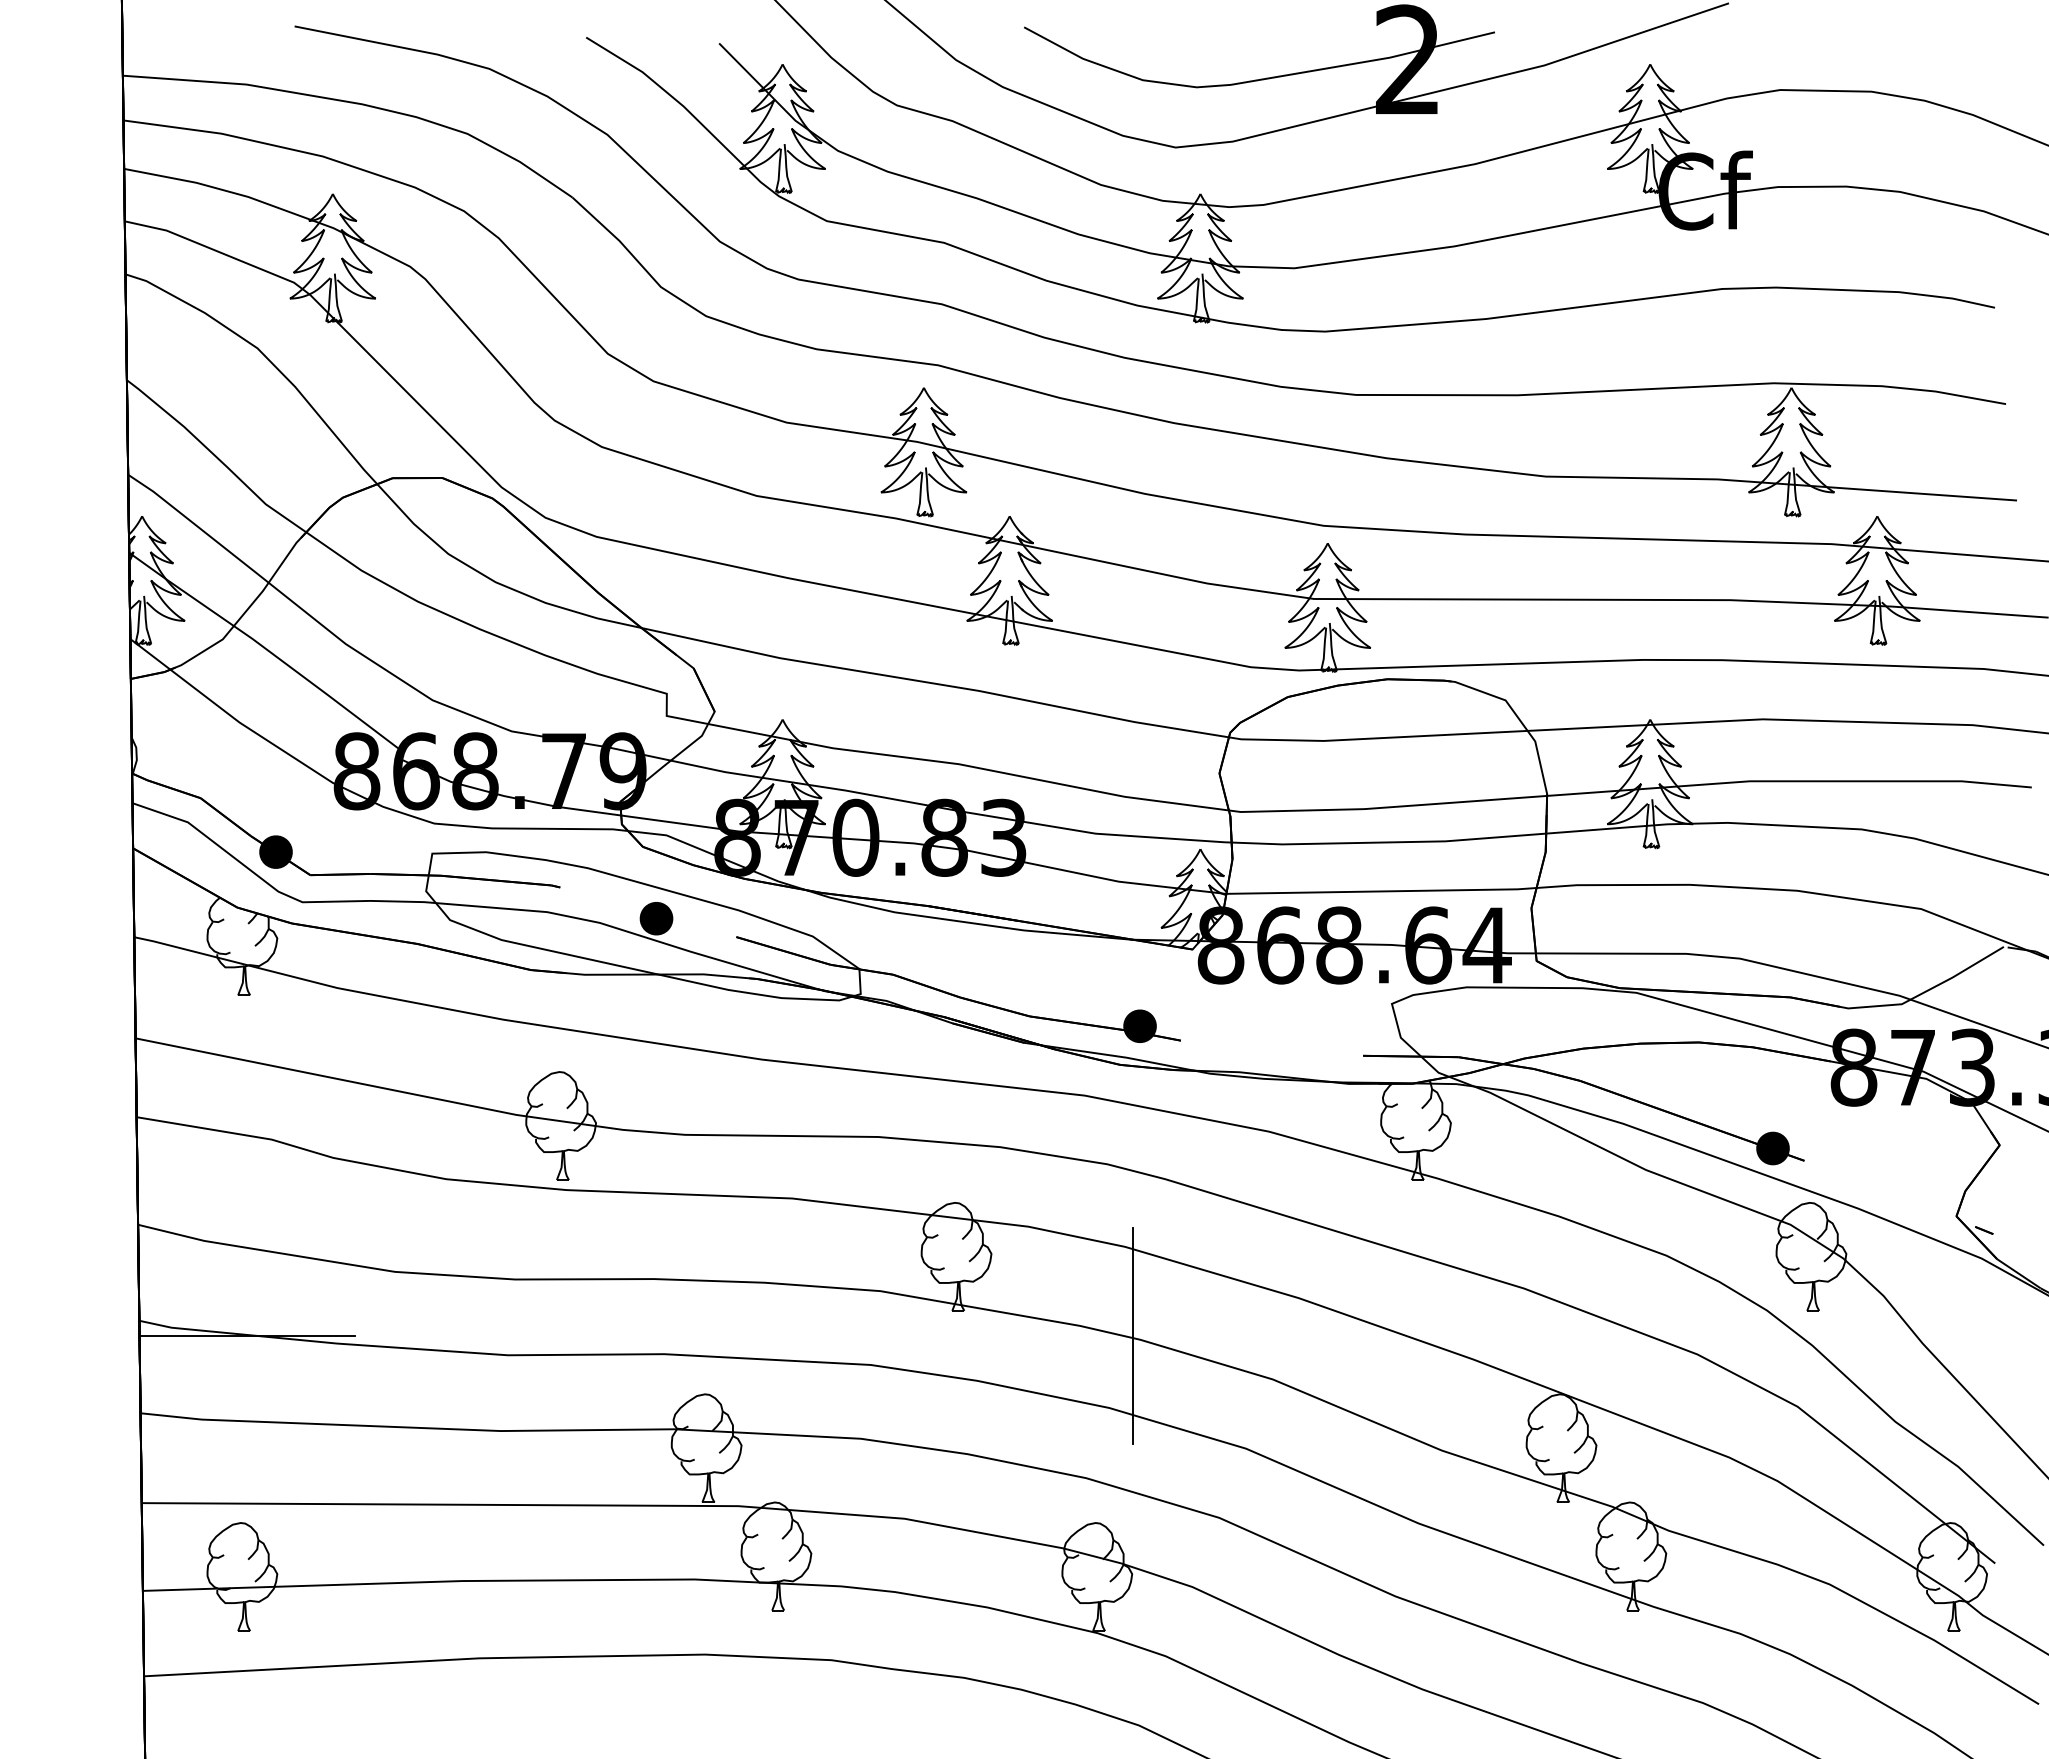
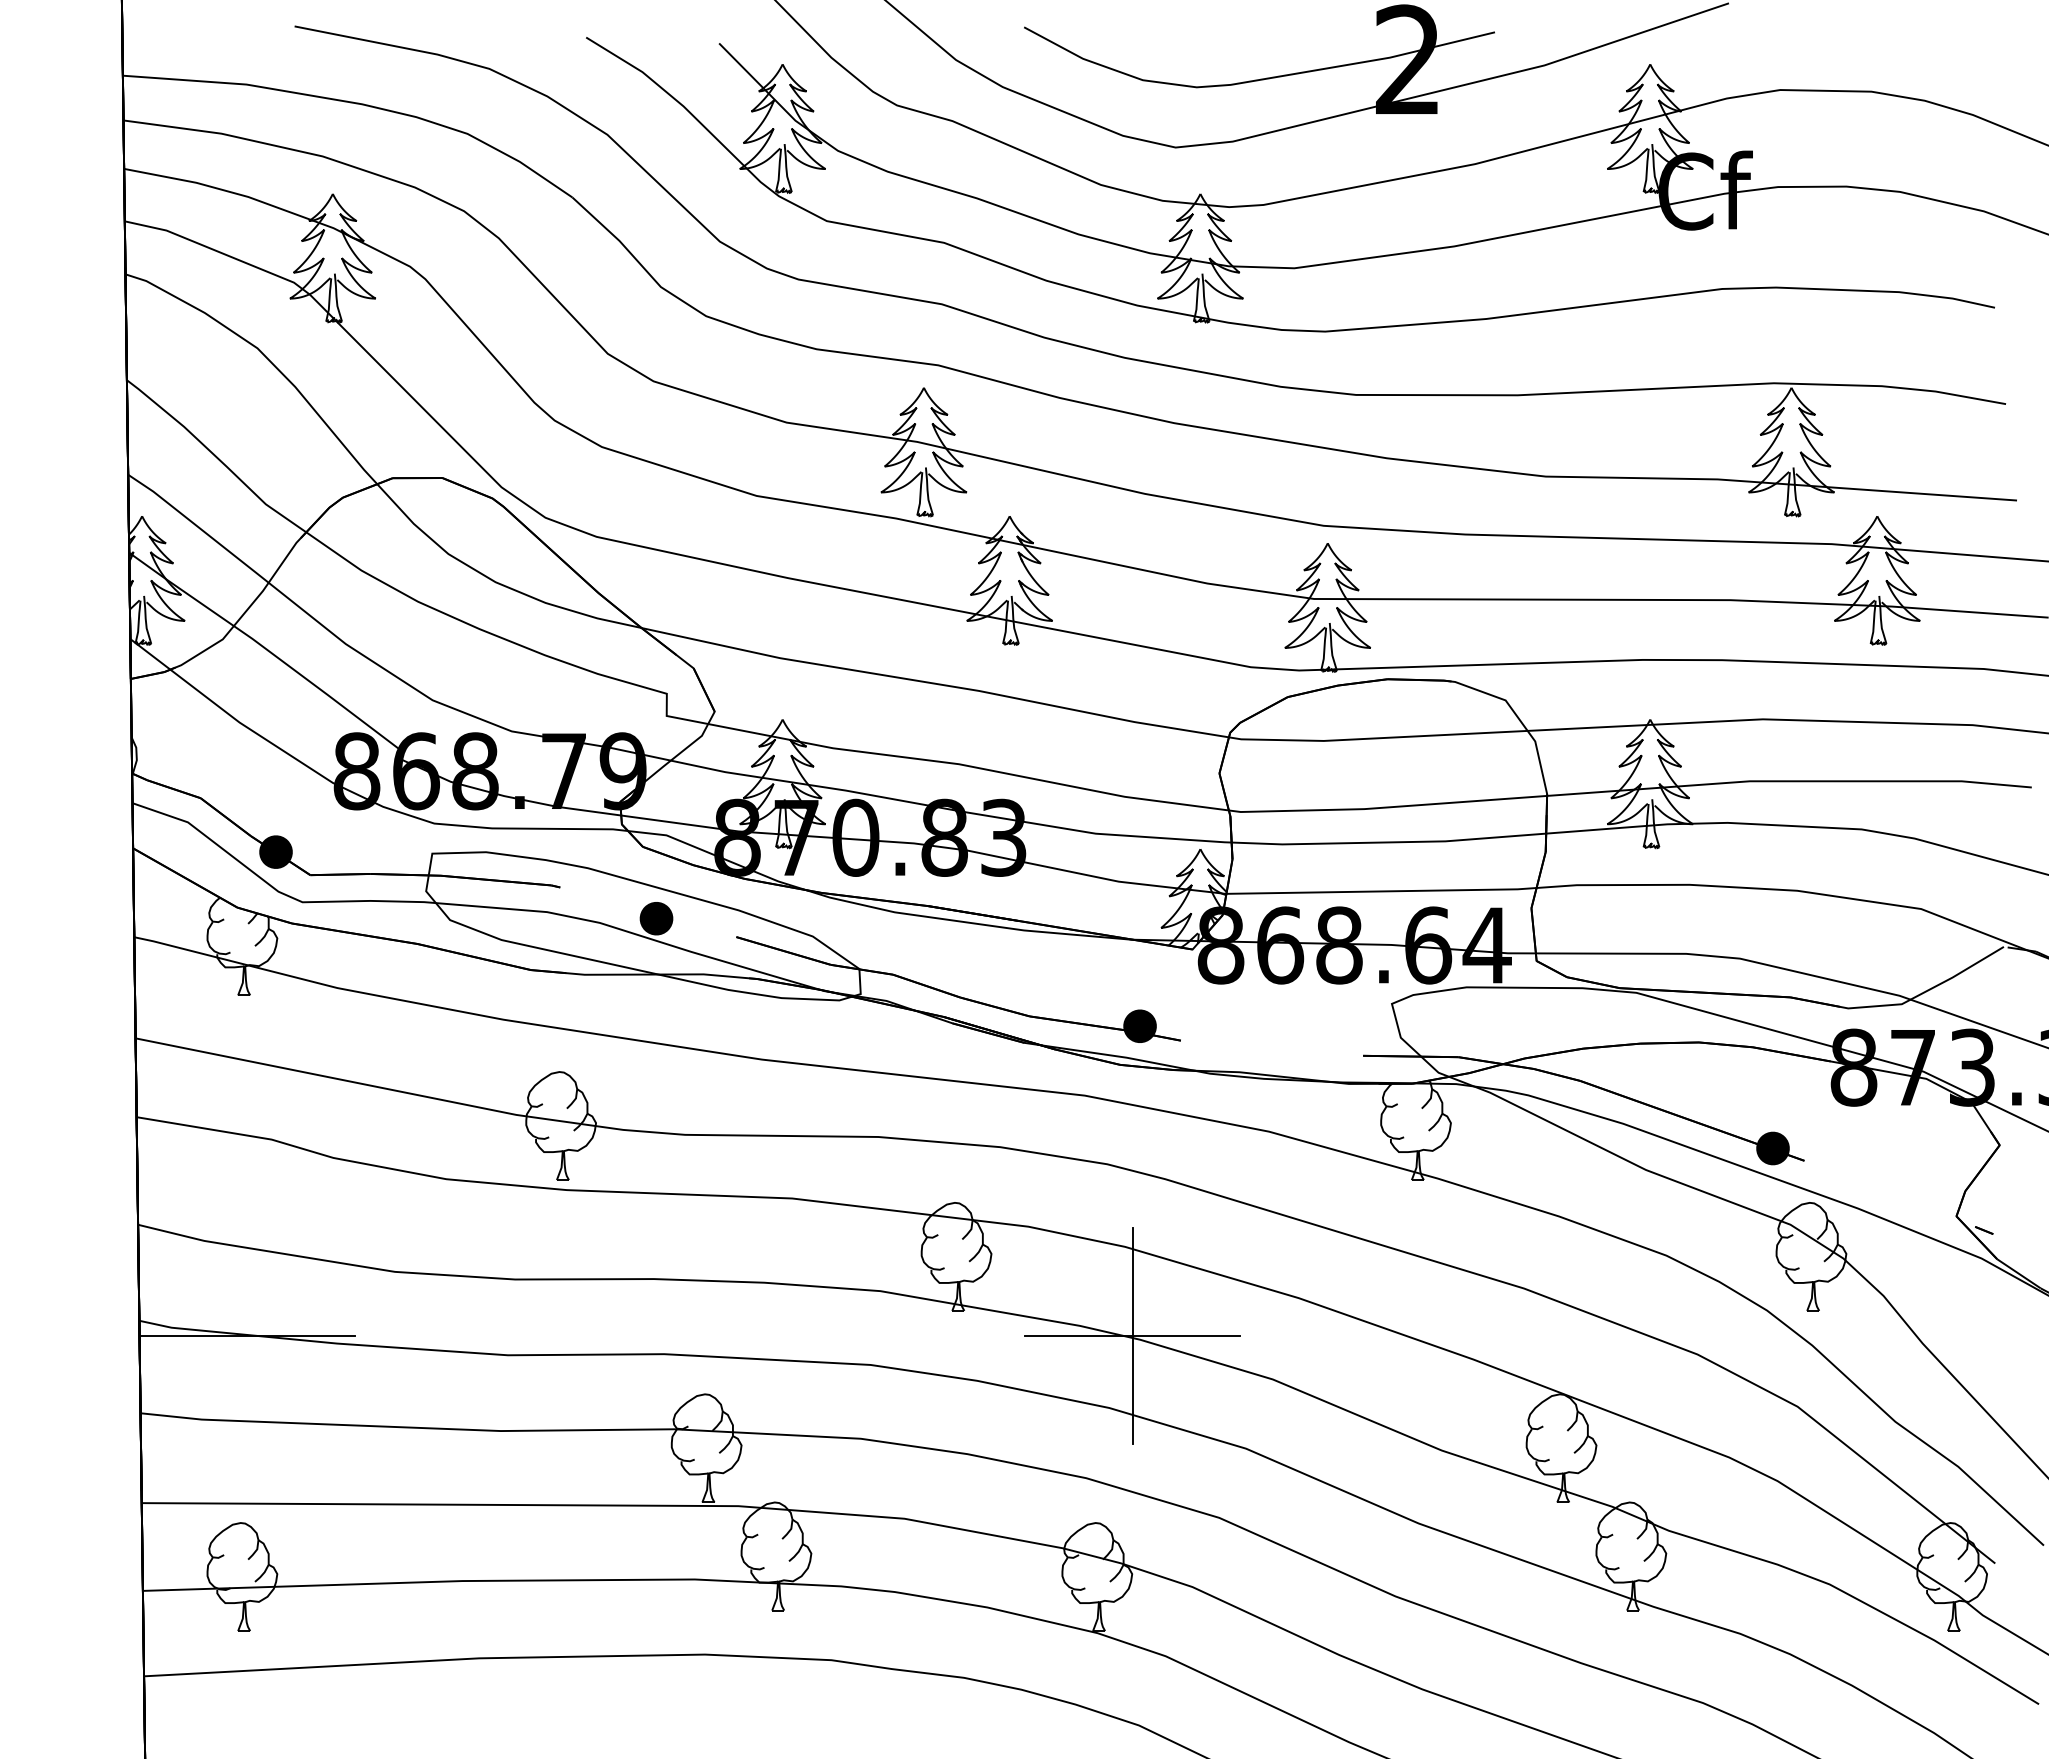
line at (1132, 1335): none -> present
